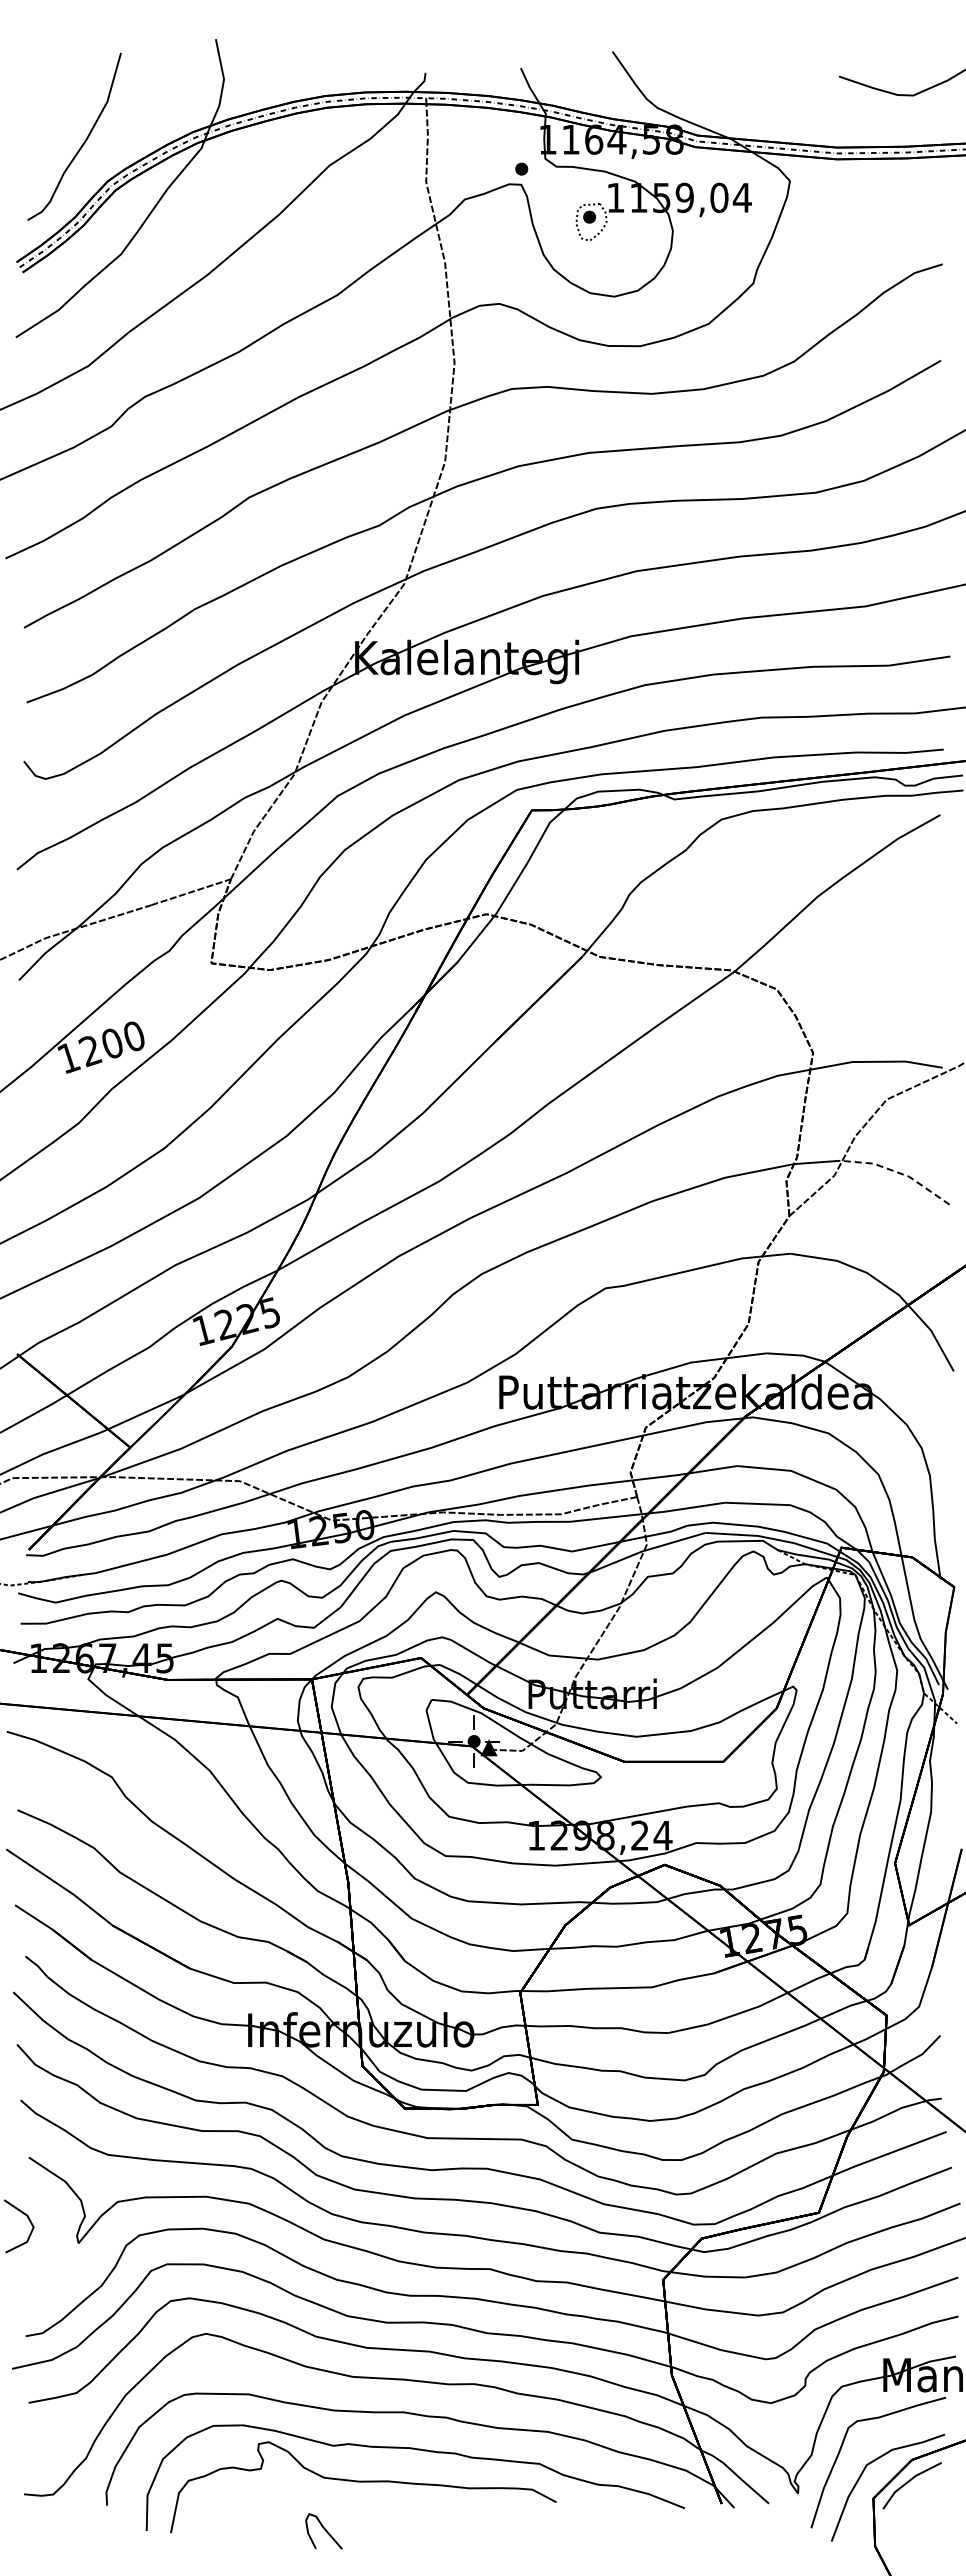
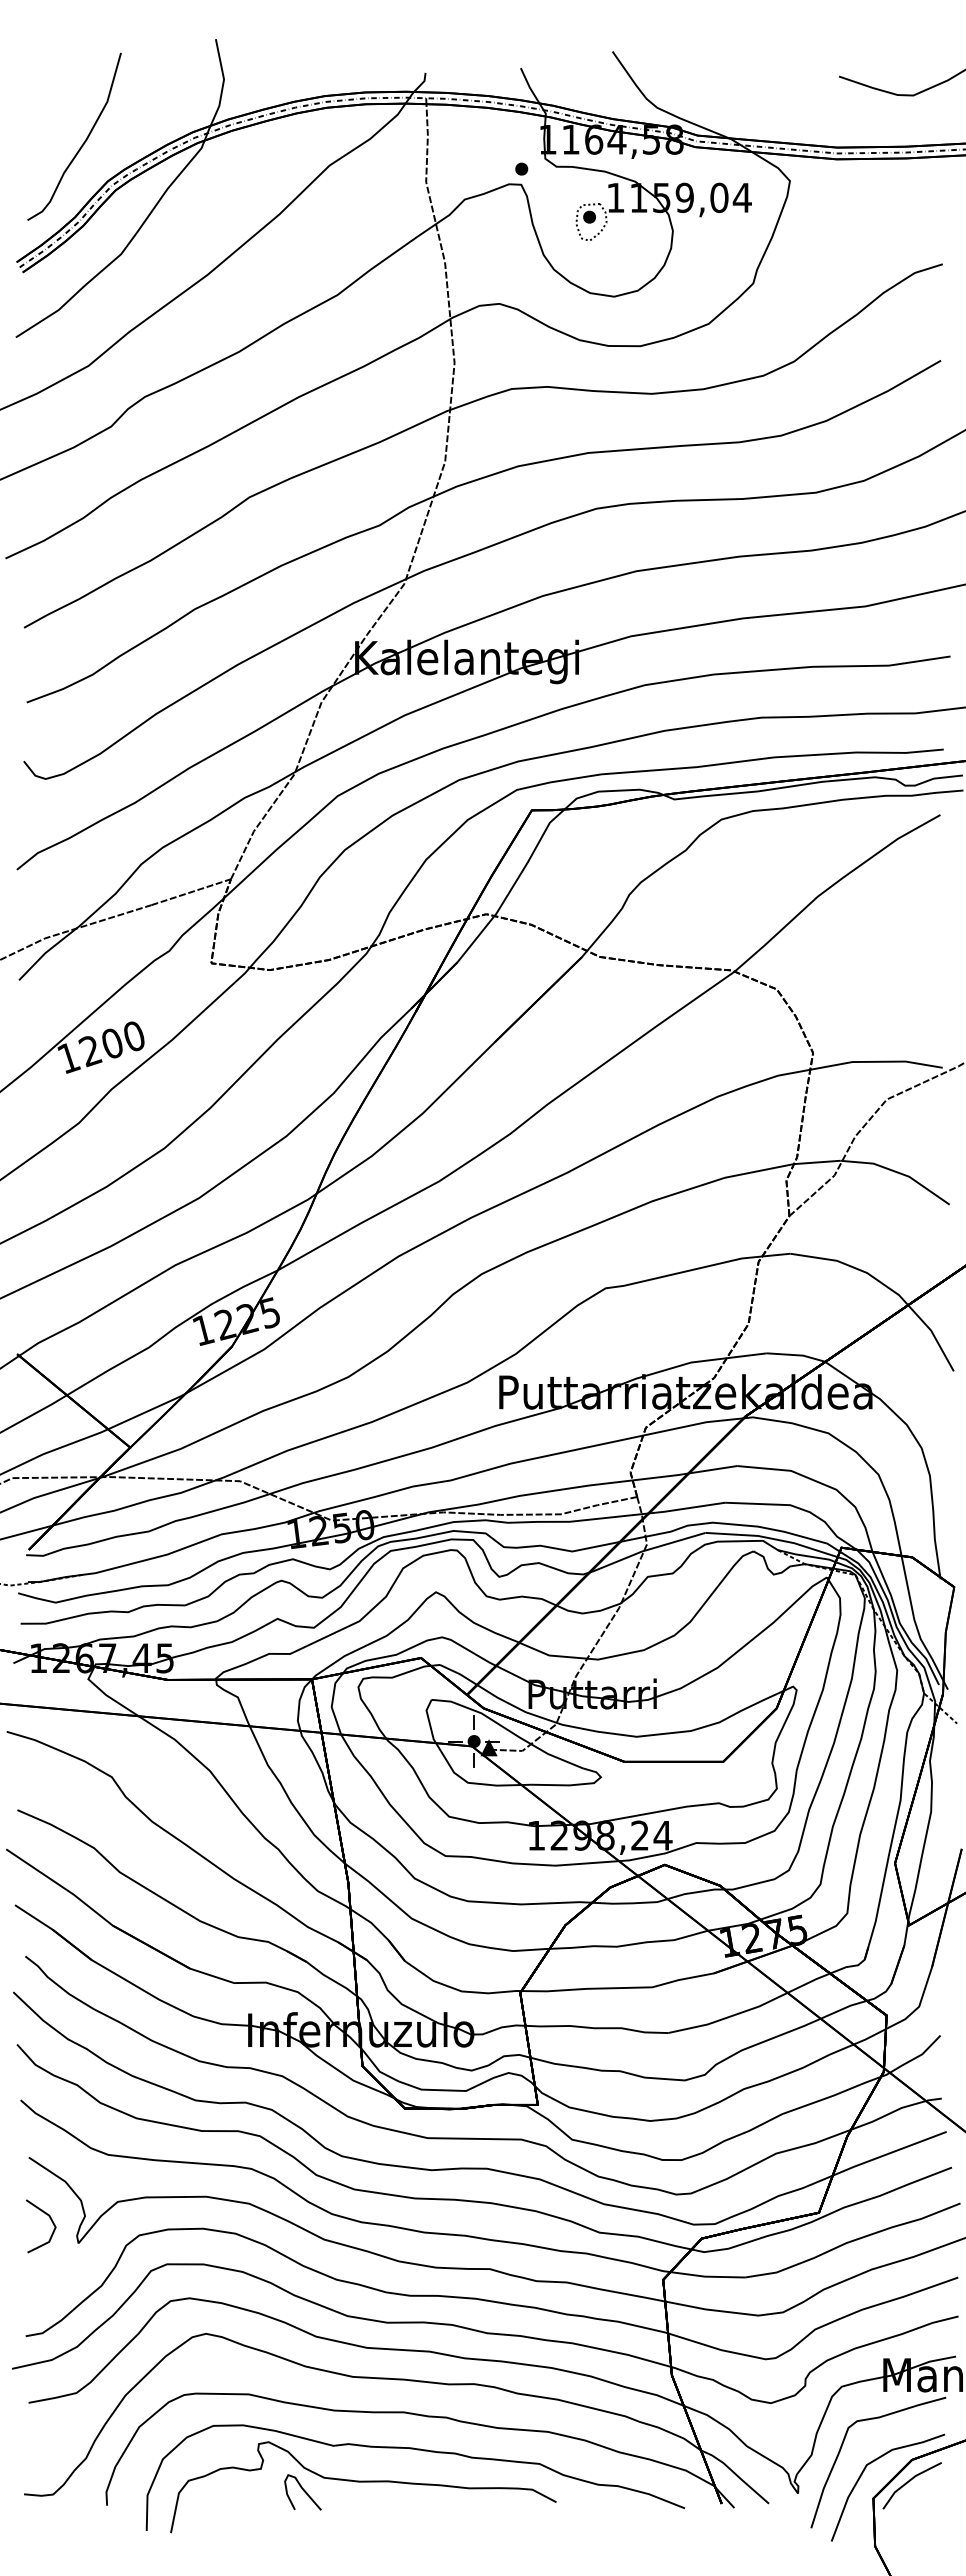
line at (898, 1172): dashed -> solid
line at (28, 2220) position: (28, 2220) -> (50, 2220)
curve at (324, 2530) position: (324, 2530) -> (303, 2491)
